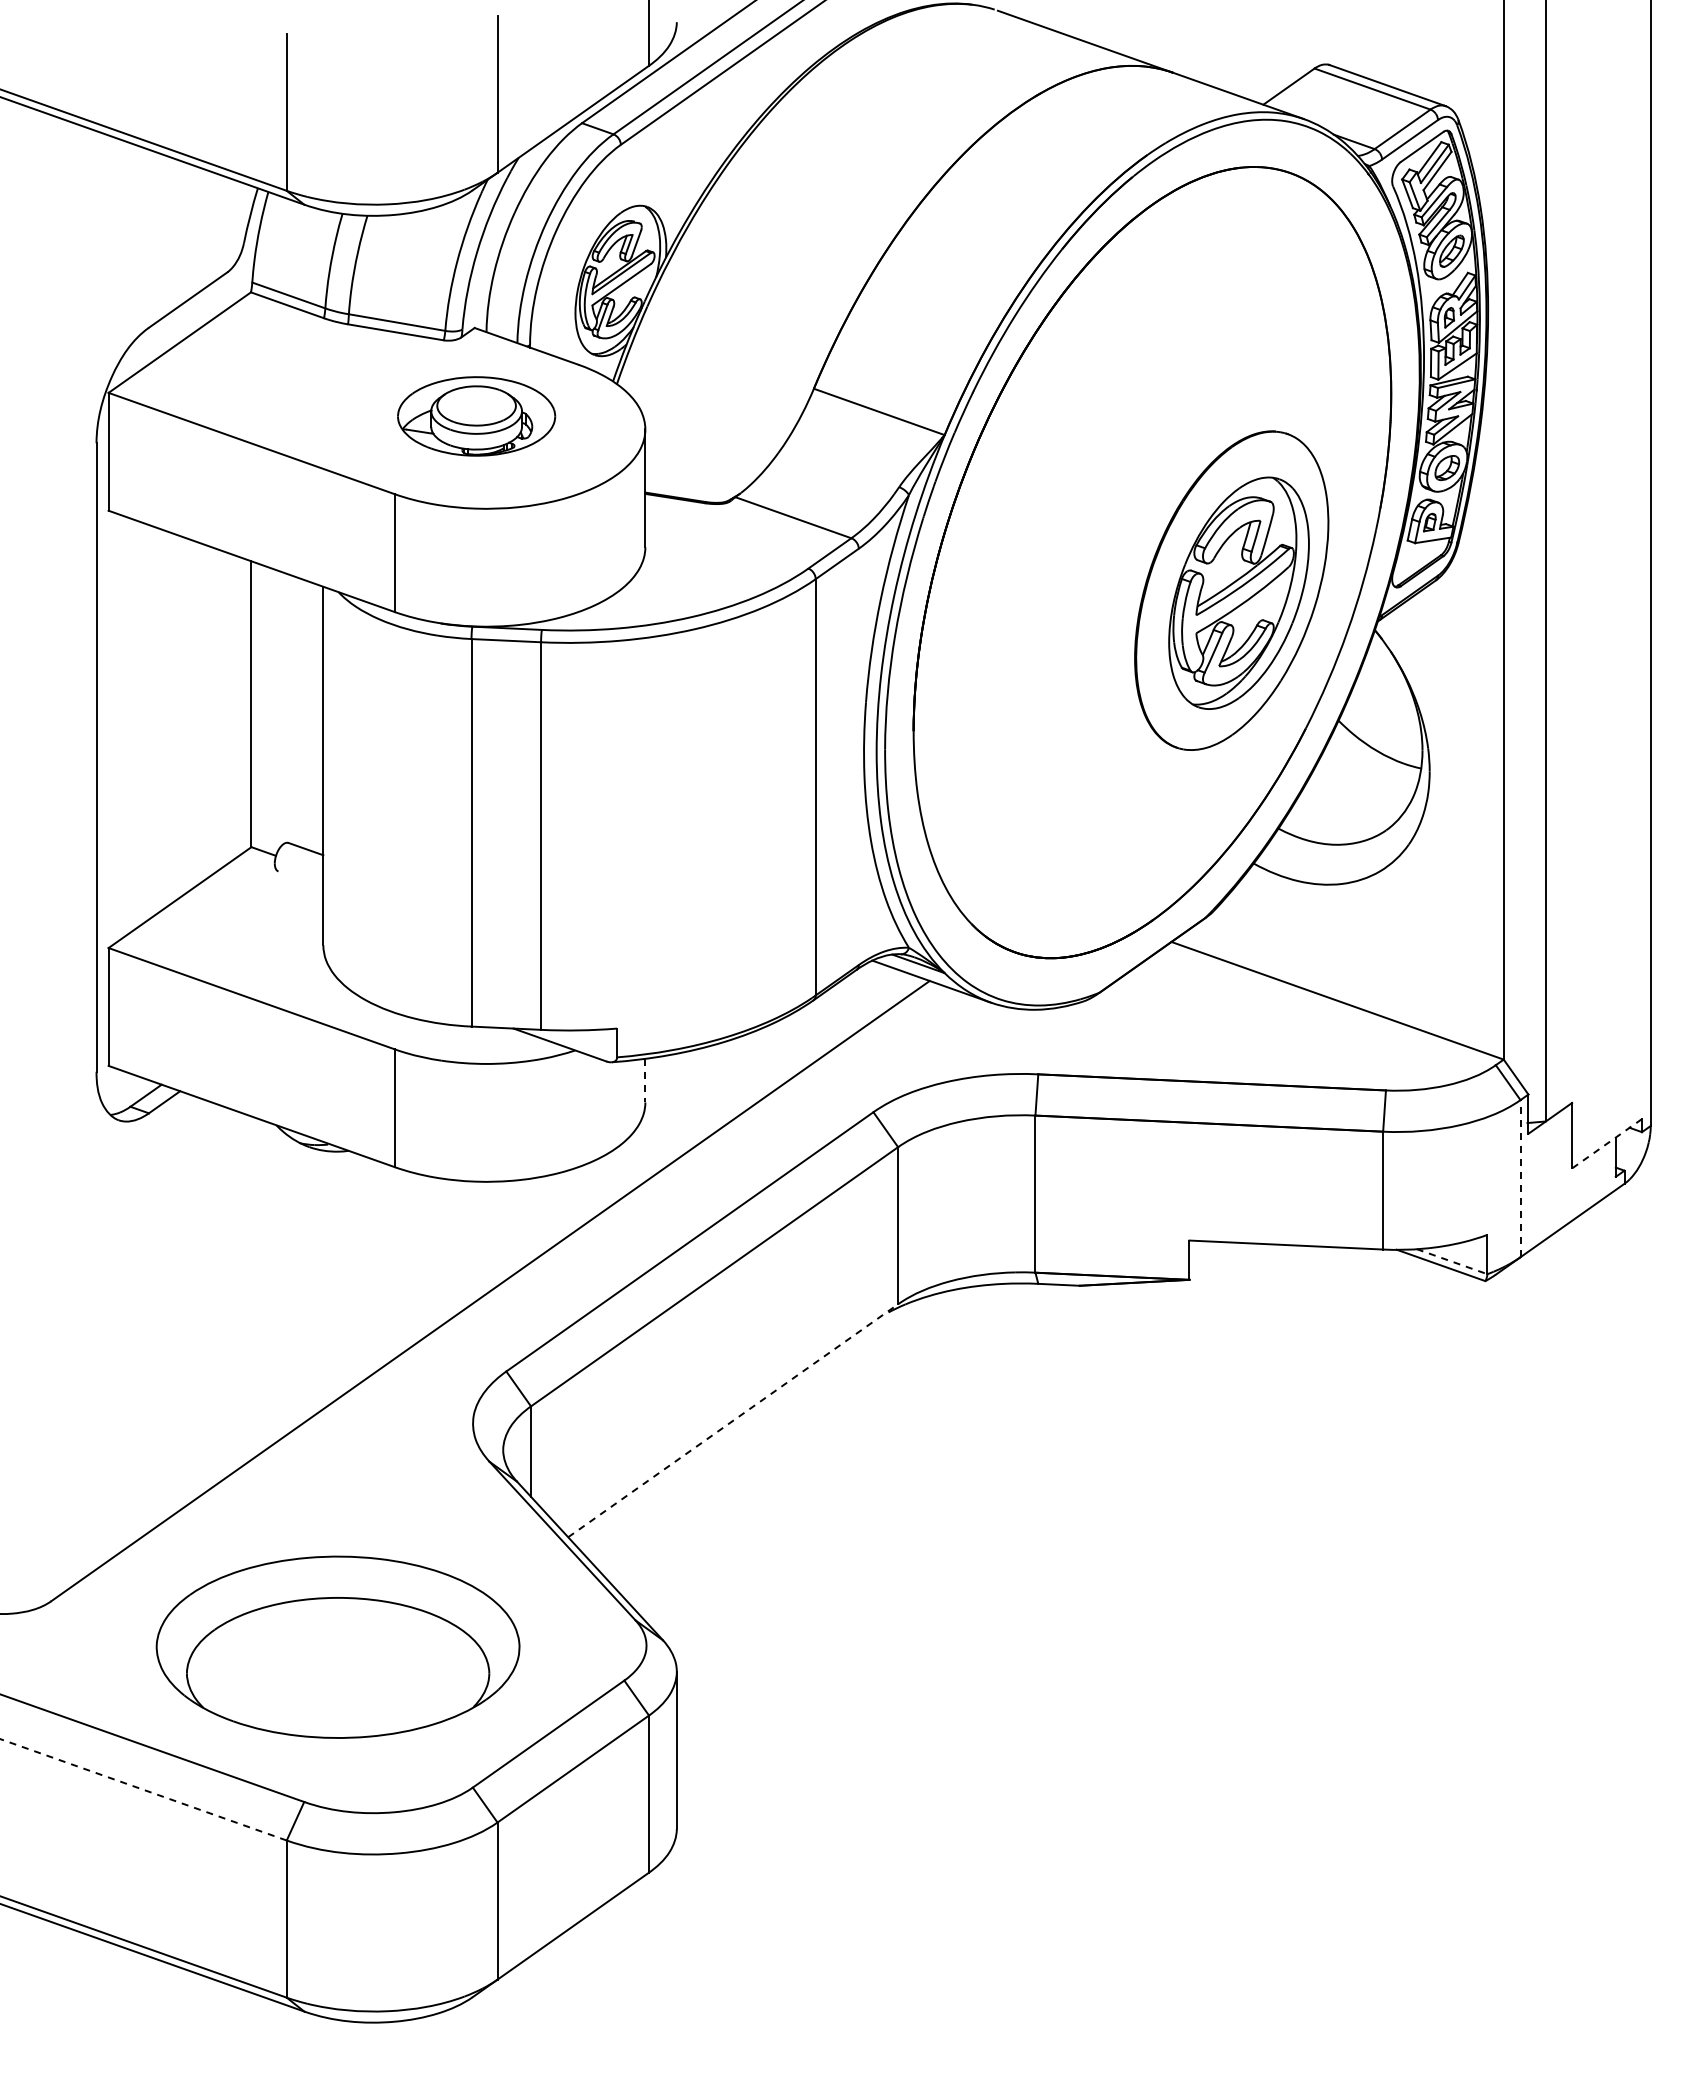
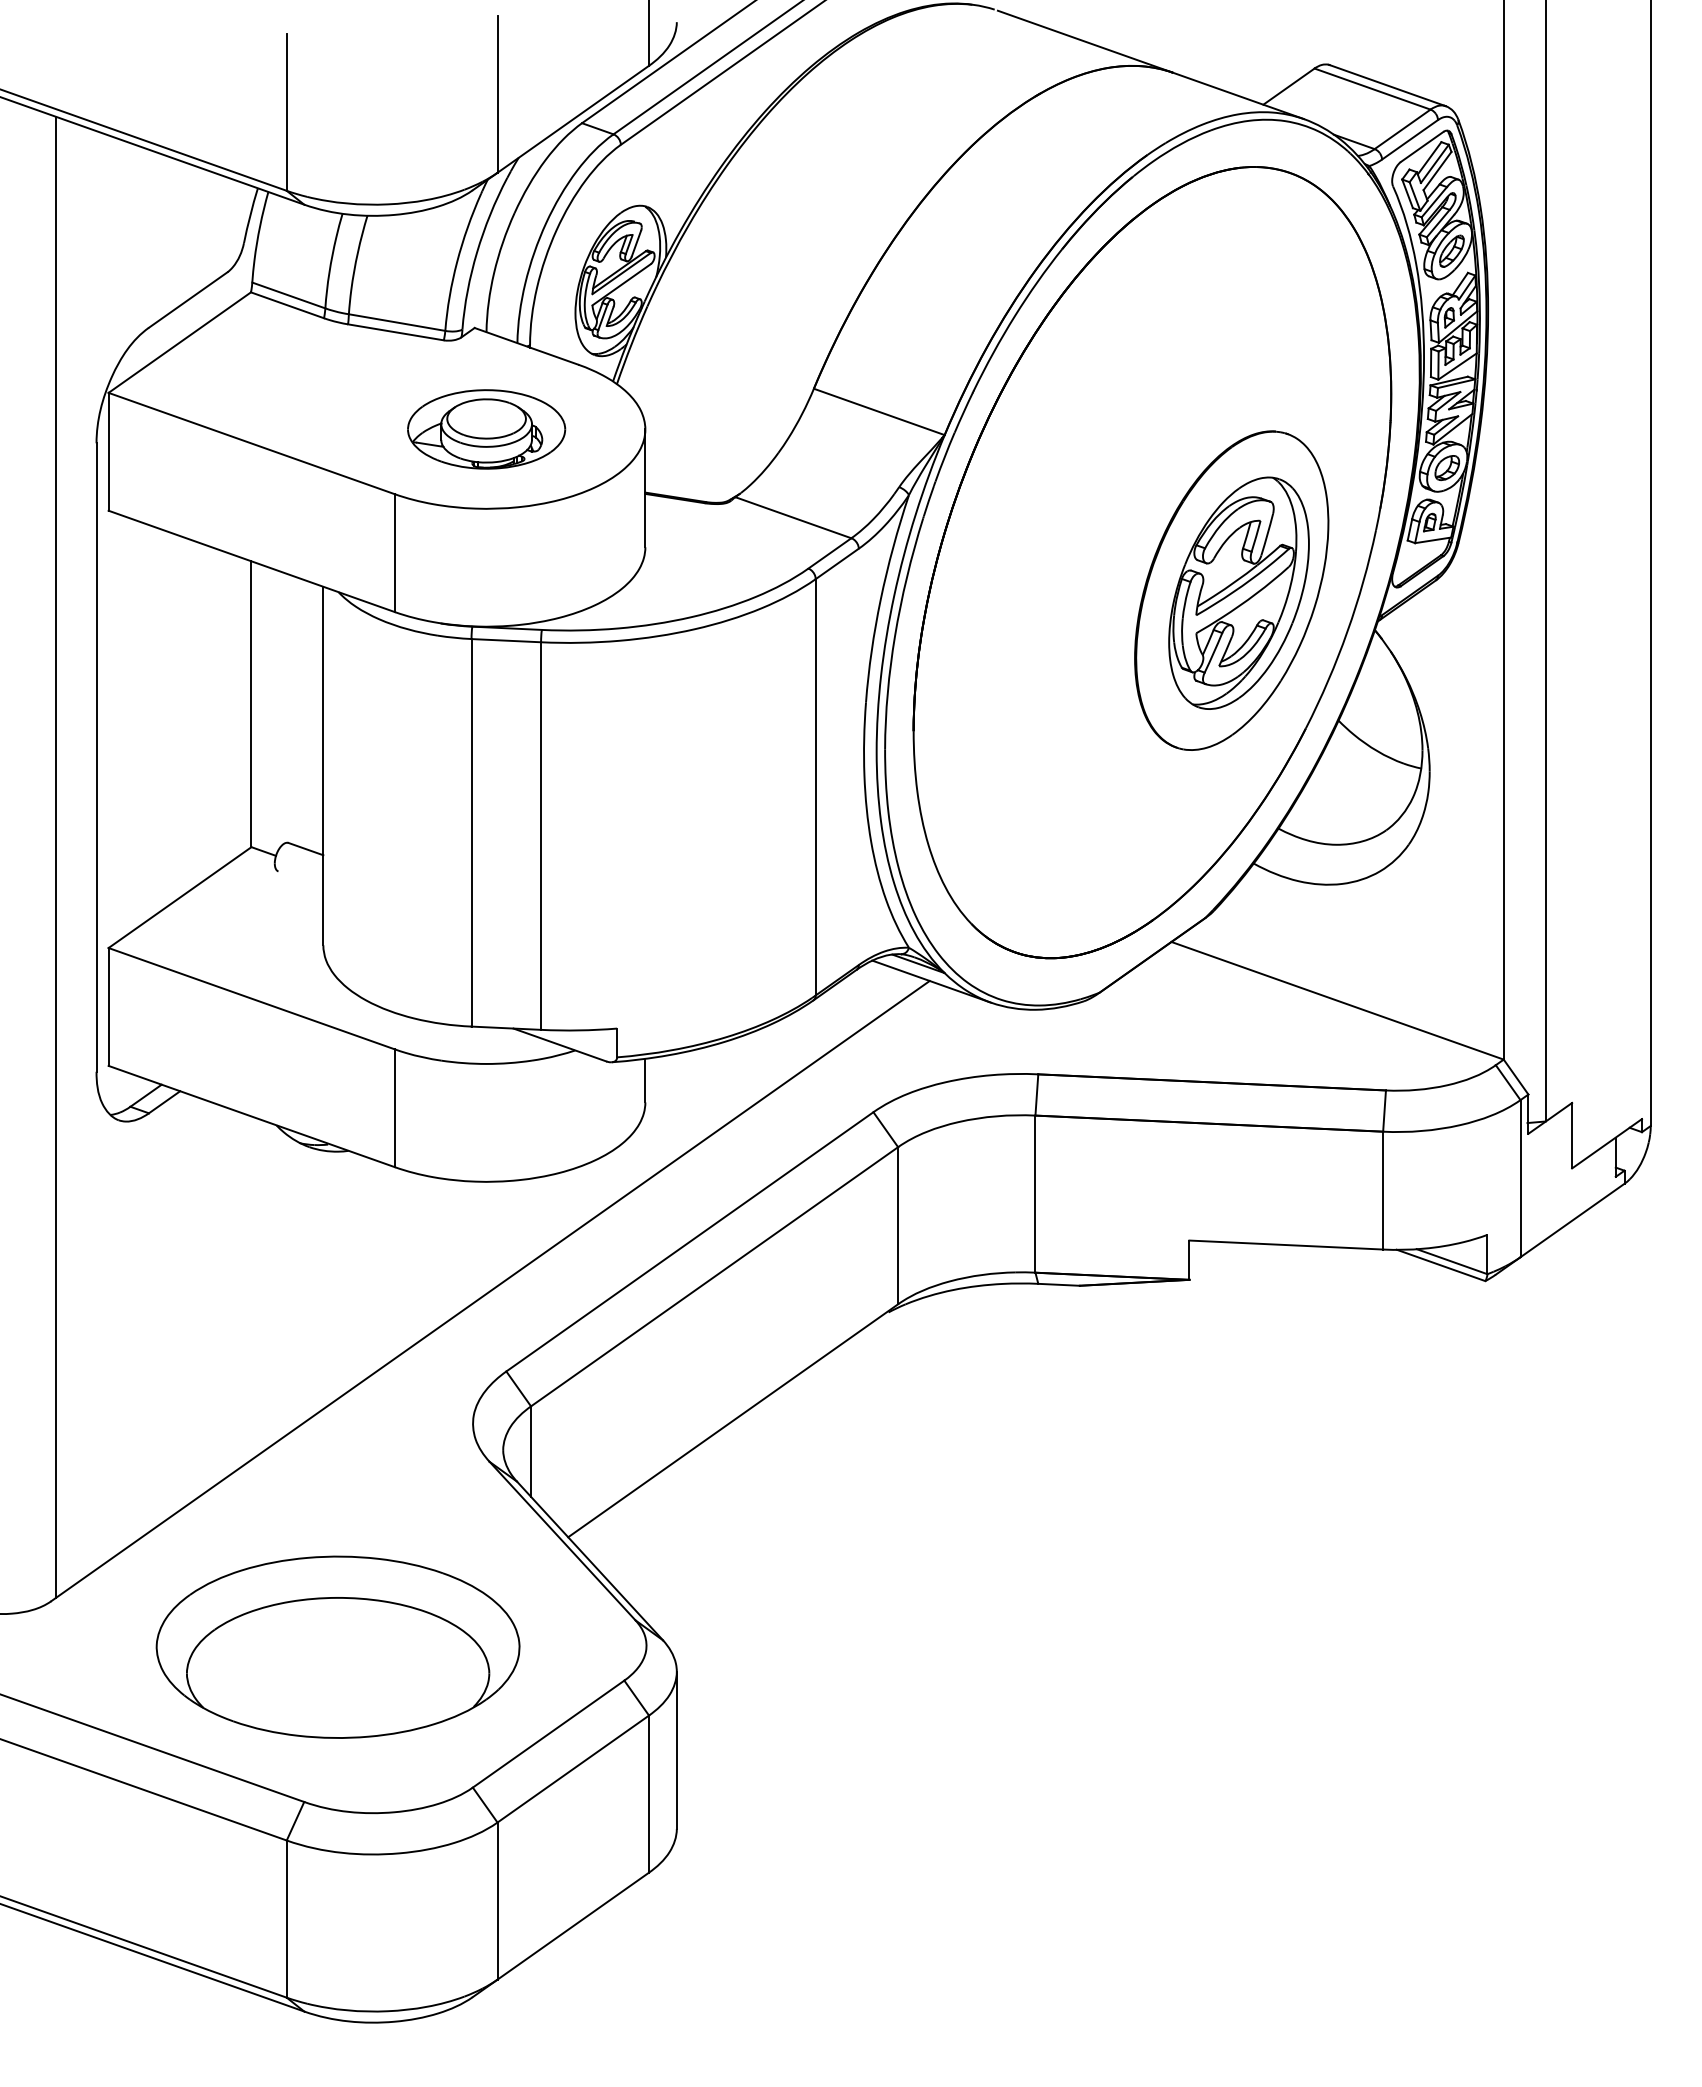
part at (476, 416) position: (476, 416) -> (486, 429)
line at (56, 856): none -> present
line at (645, 1080): dashed -> solid
line at (1607, 1143): dashed -> solid
line at (1520, 1178): dashed -> solid
line at (1452, 1261): dashed -> solid
line at (733, 1420): dashed -> solid
line at (143, 1789): dashed -> solid
